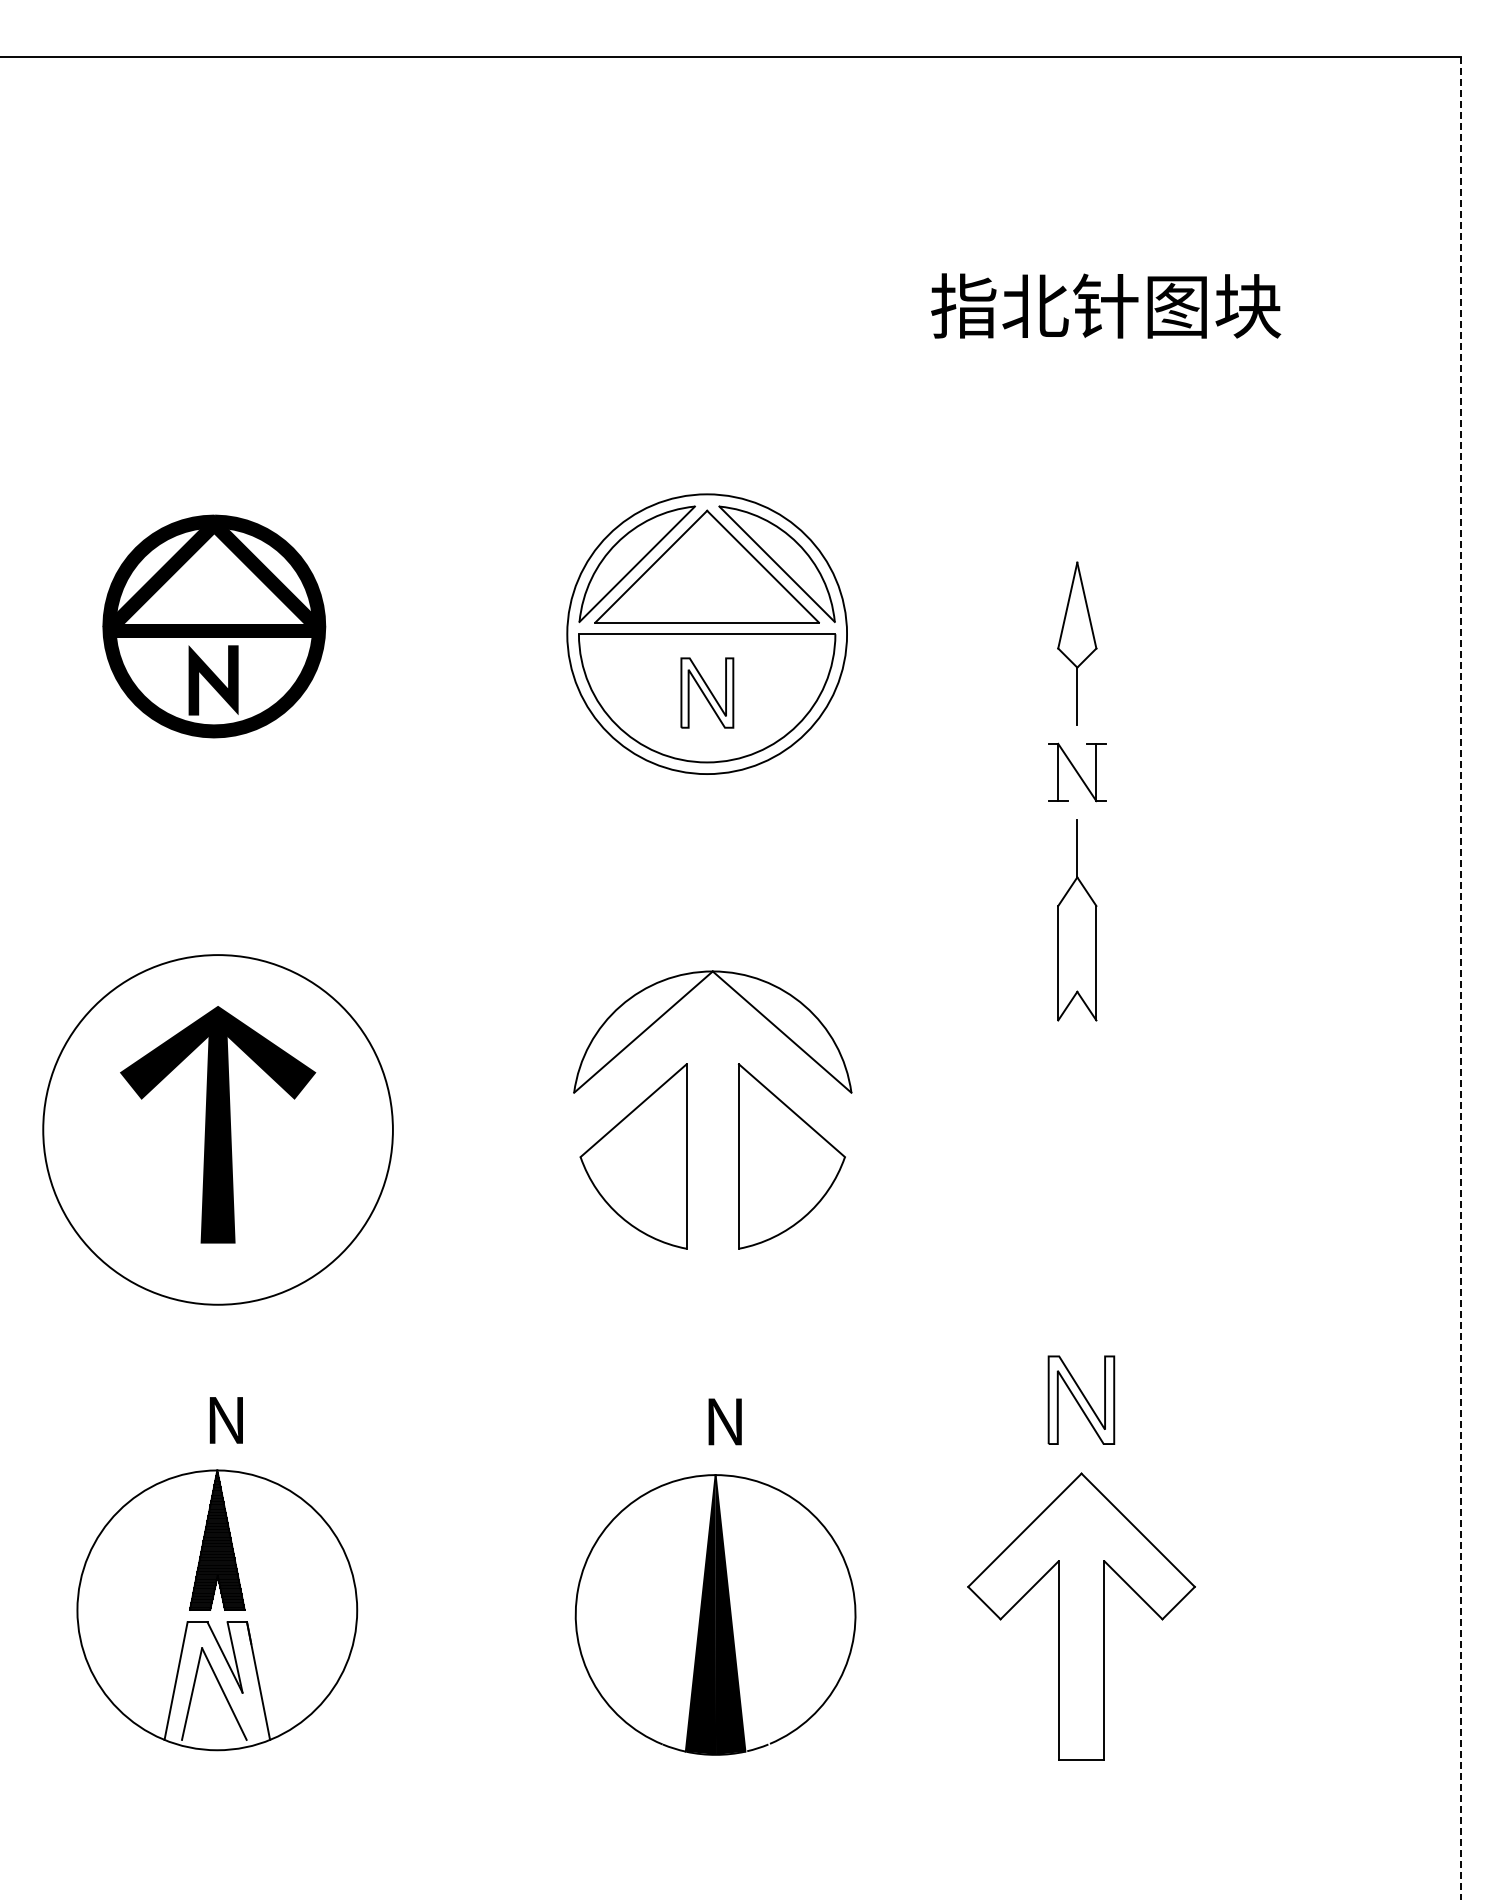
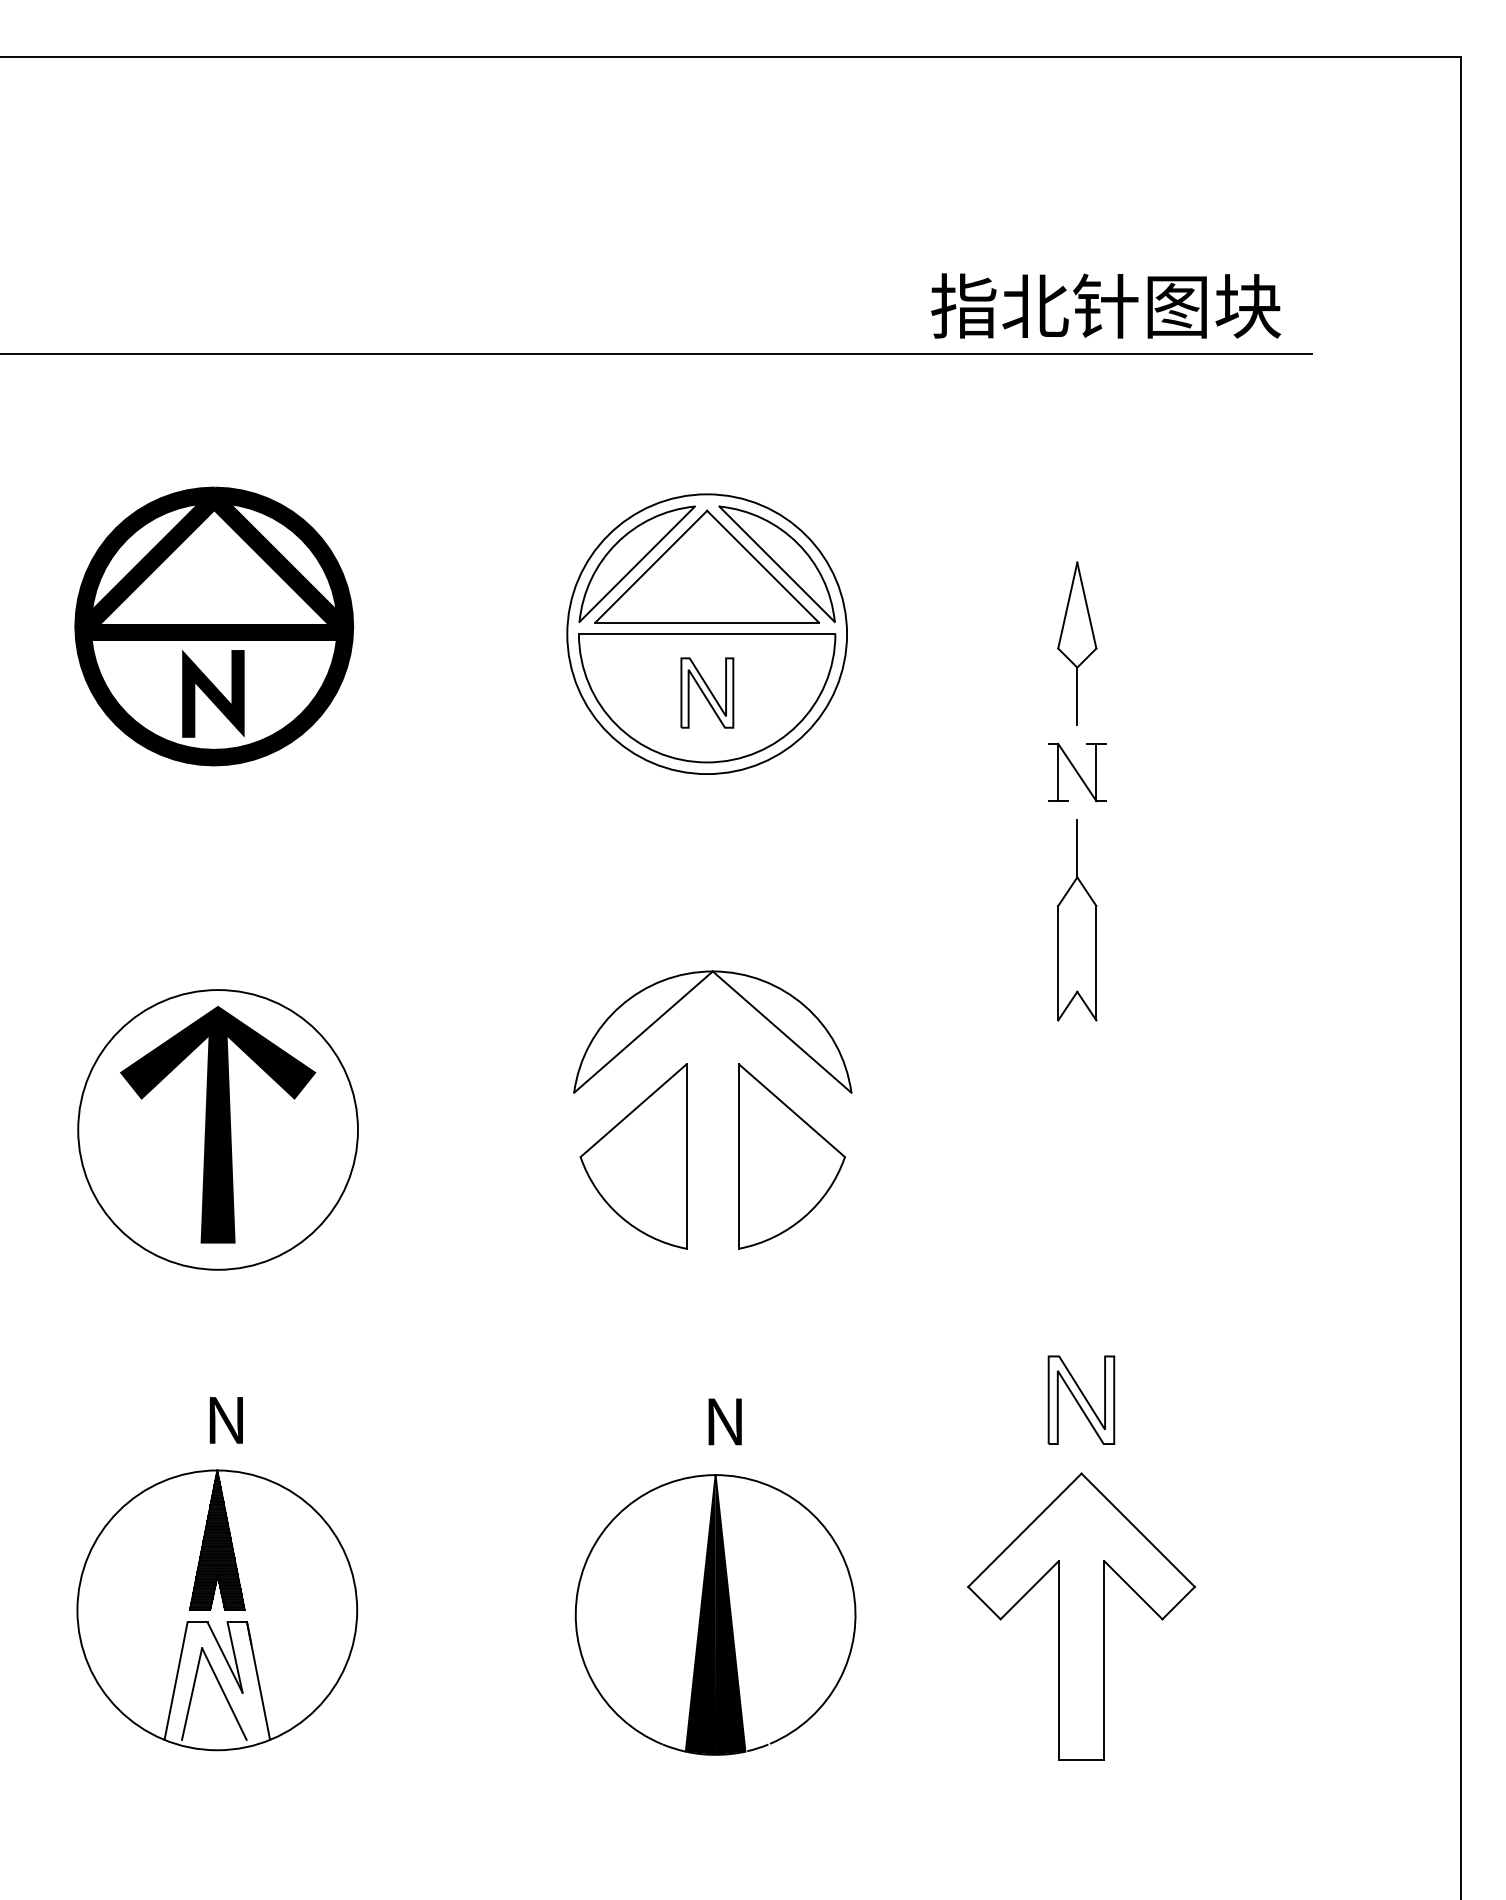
line at (657, 354): none -> present
part at (214, 626) size: 225x225 px -> 281x281 px
line at (1460, 978): dashed -> solid
circle at (217, 1129) diameter: 350 px -> 280 px
